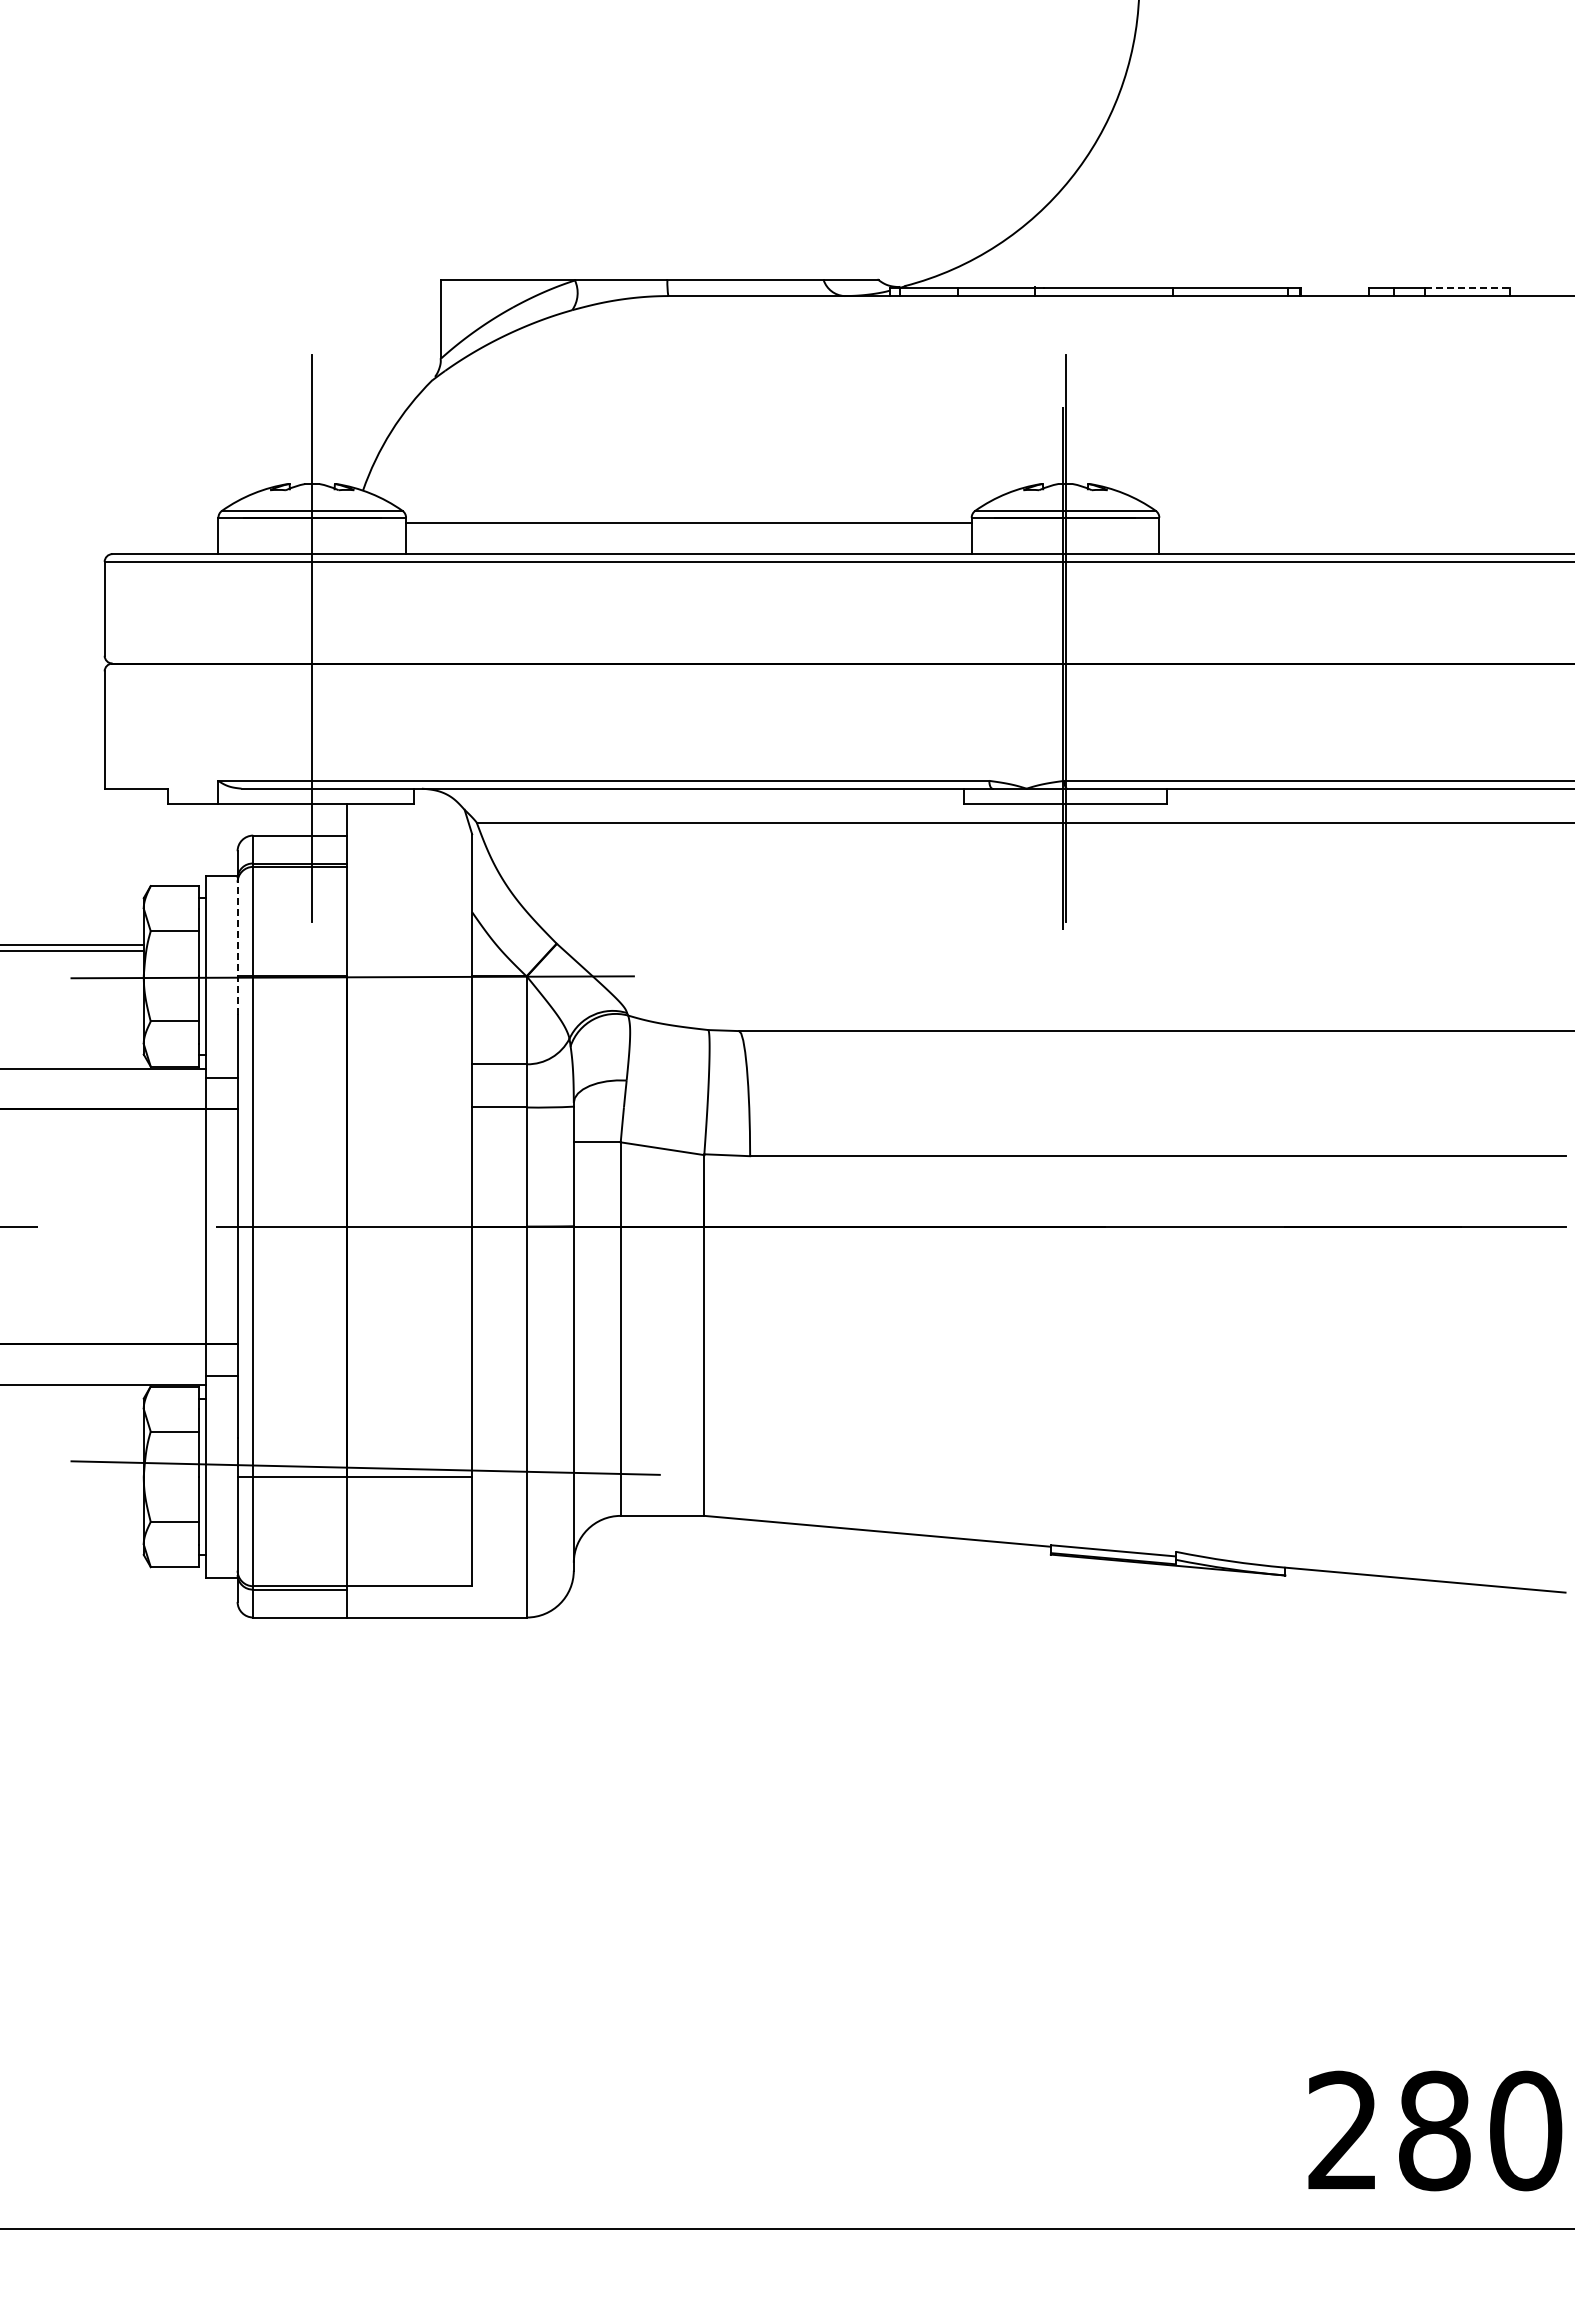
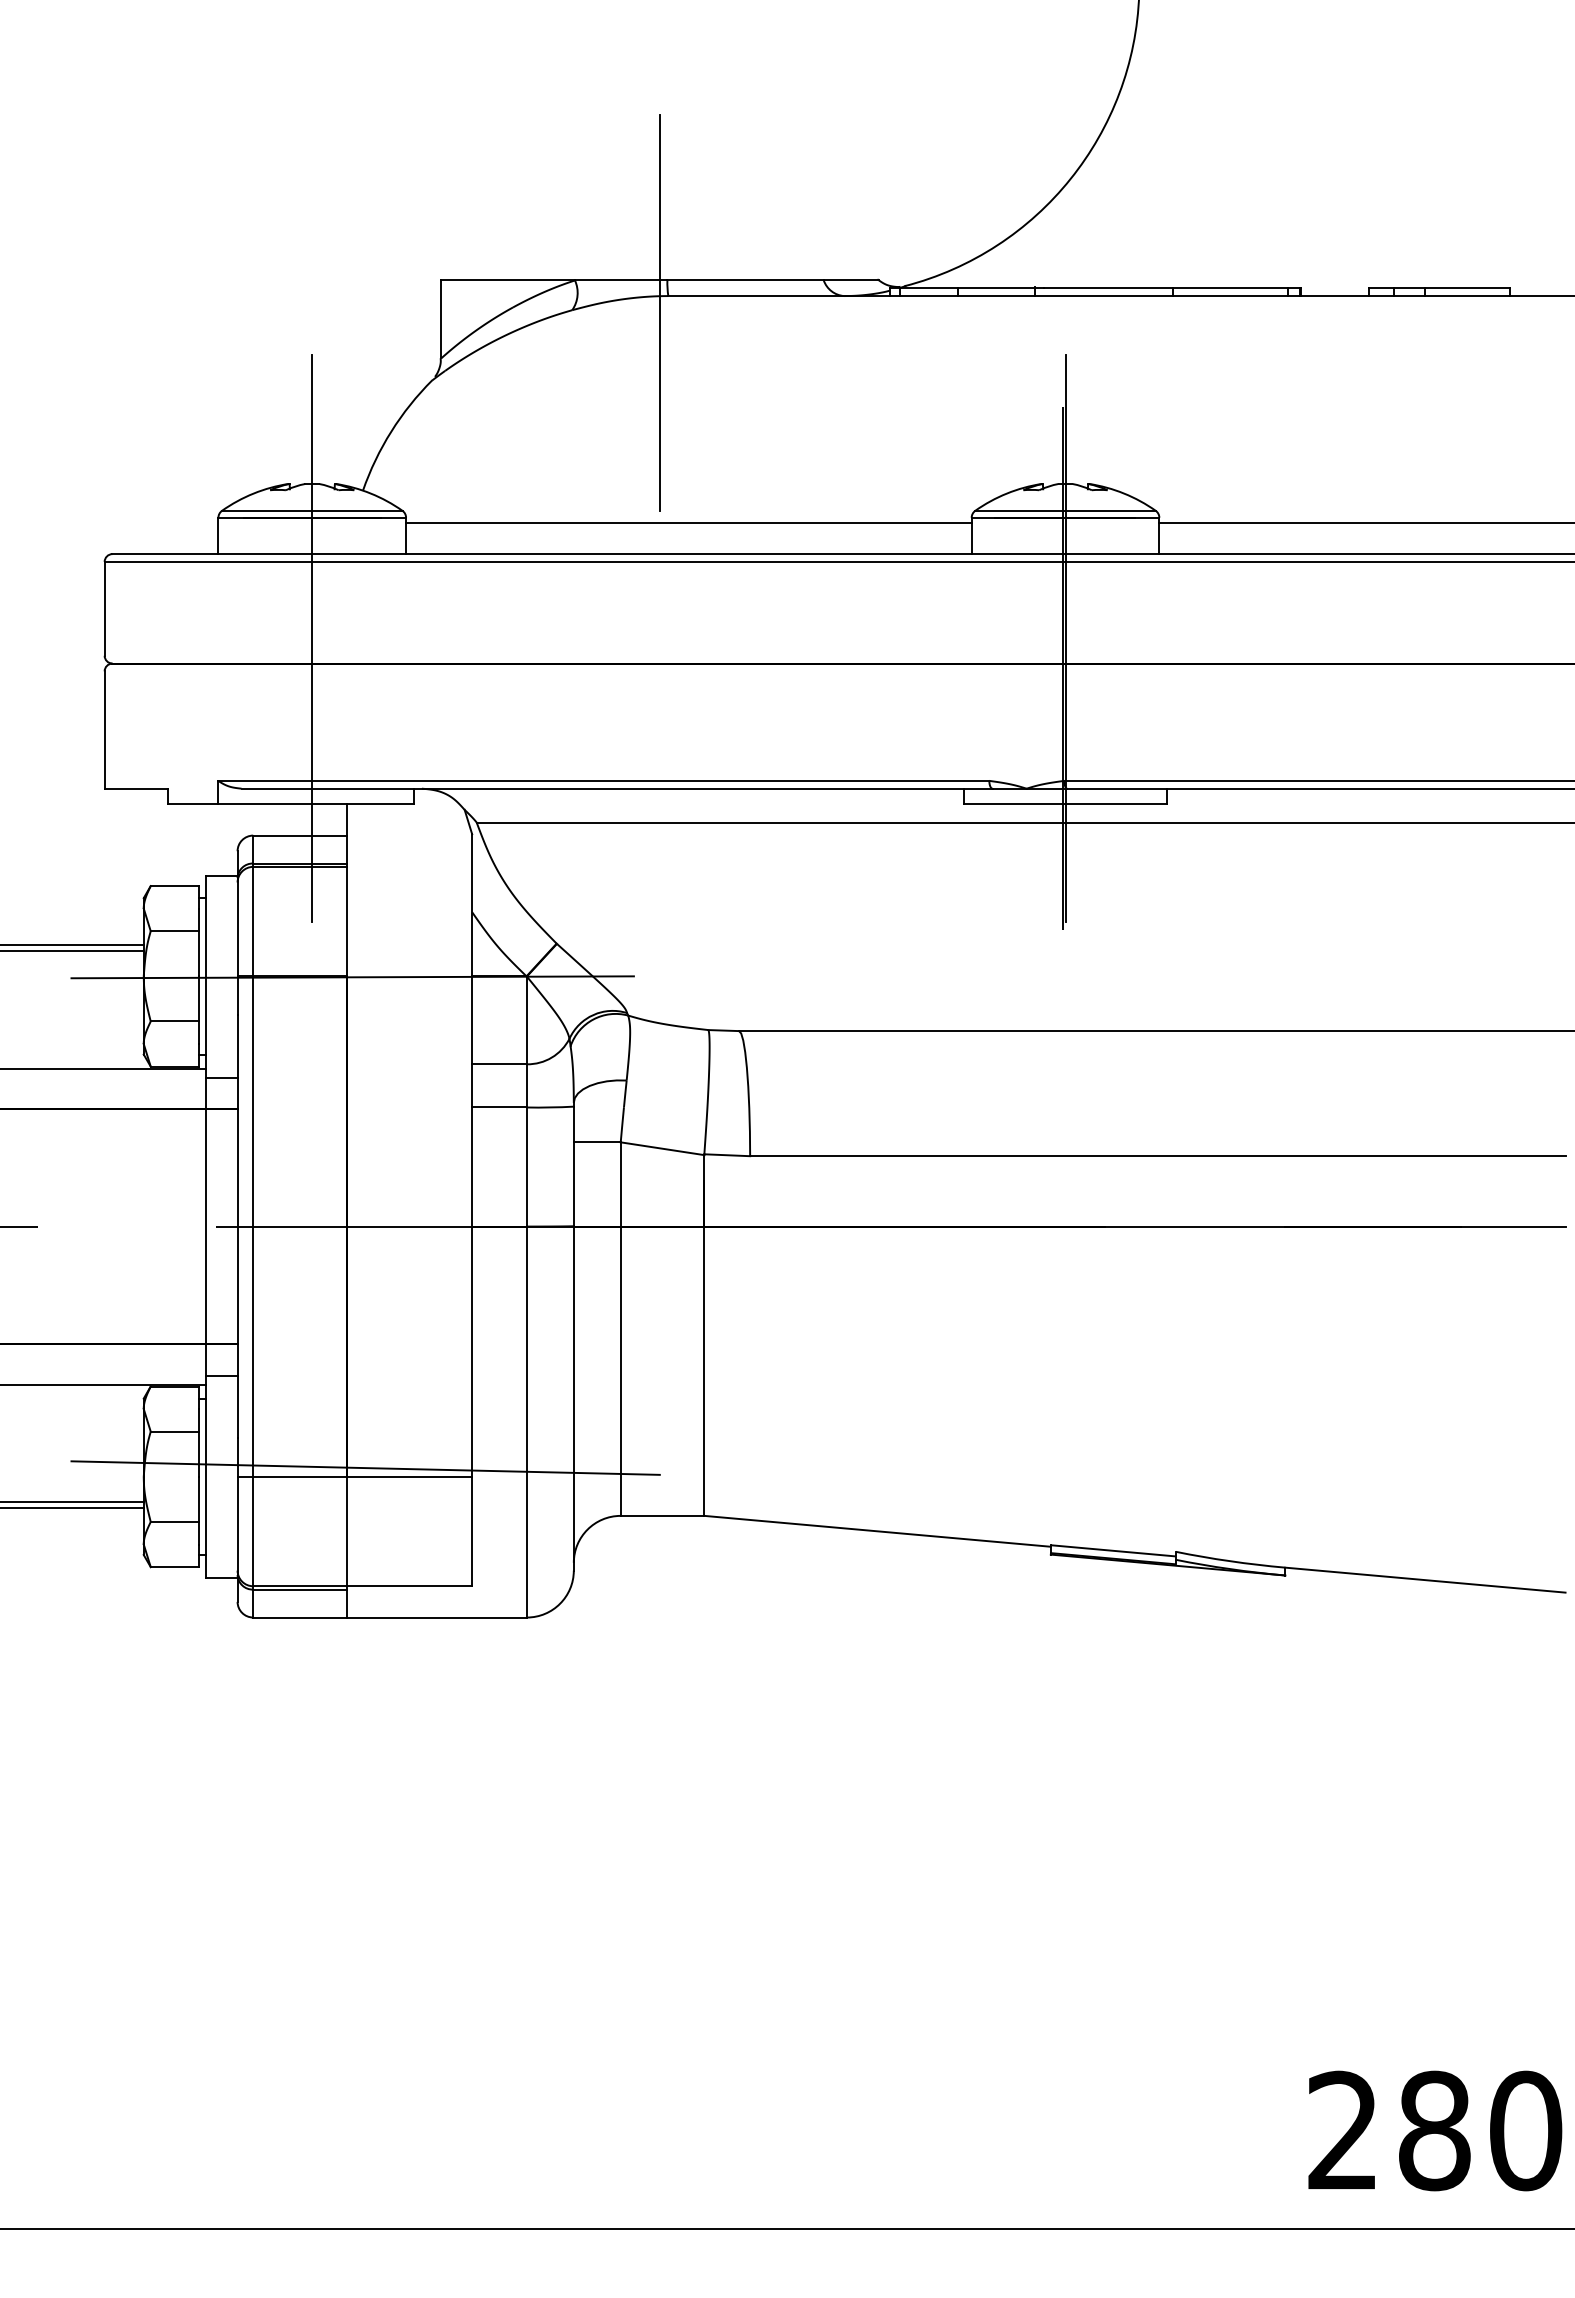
line at (1467, 288): dashed -> solid
line at (659, 312): none -> present
line at (1365, 523): none -> present
line at (237, 945): dashed -> solid
line at (72, 1501): none -> present
line at (72, 1508): none -> present
